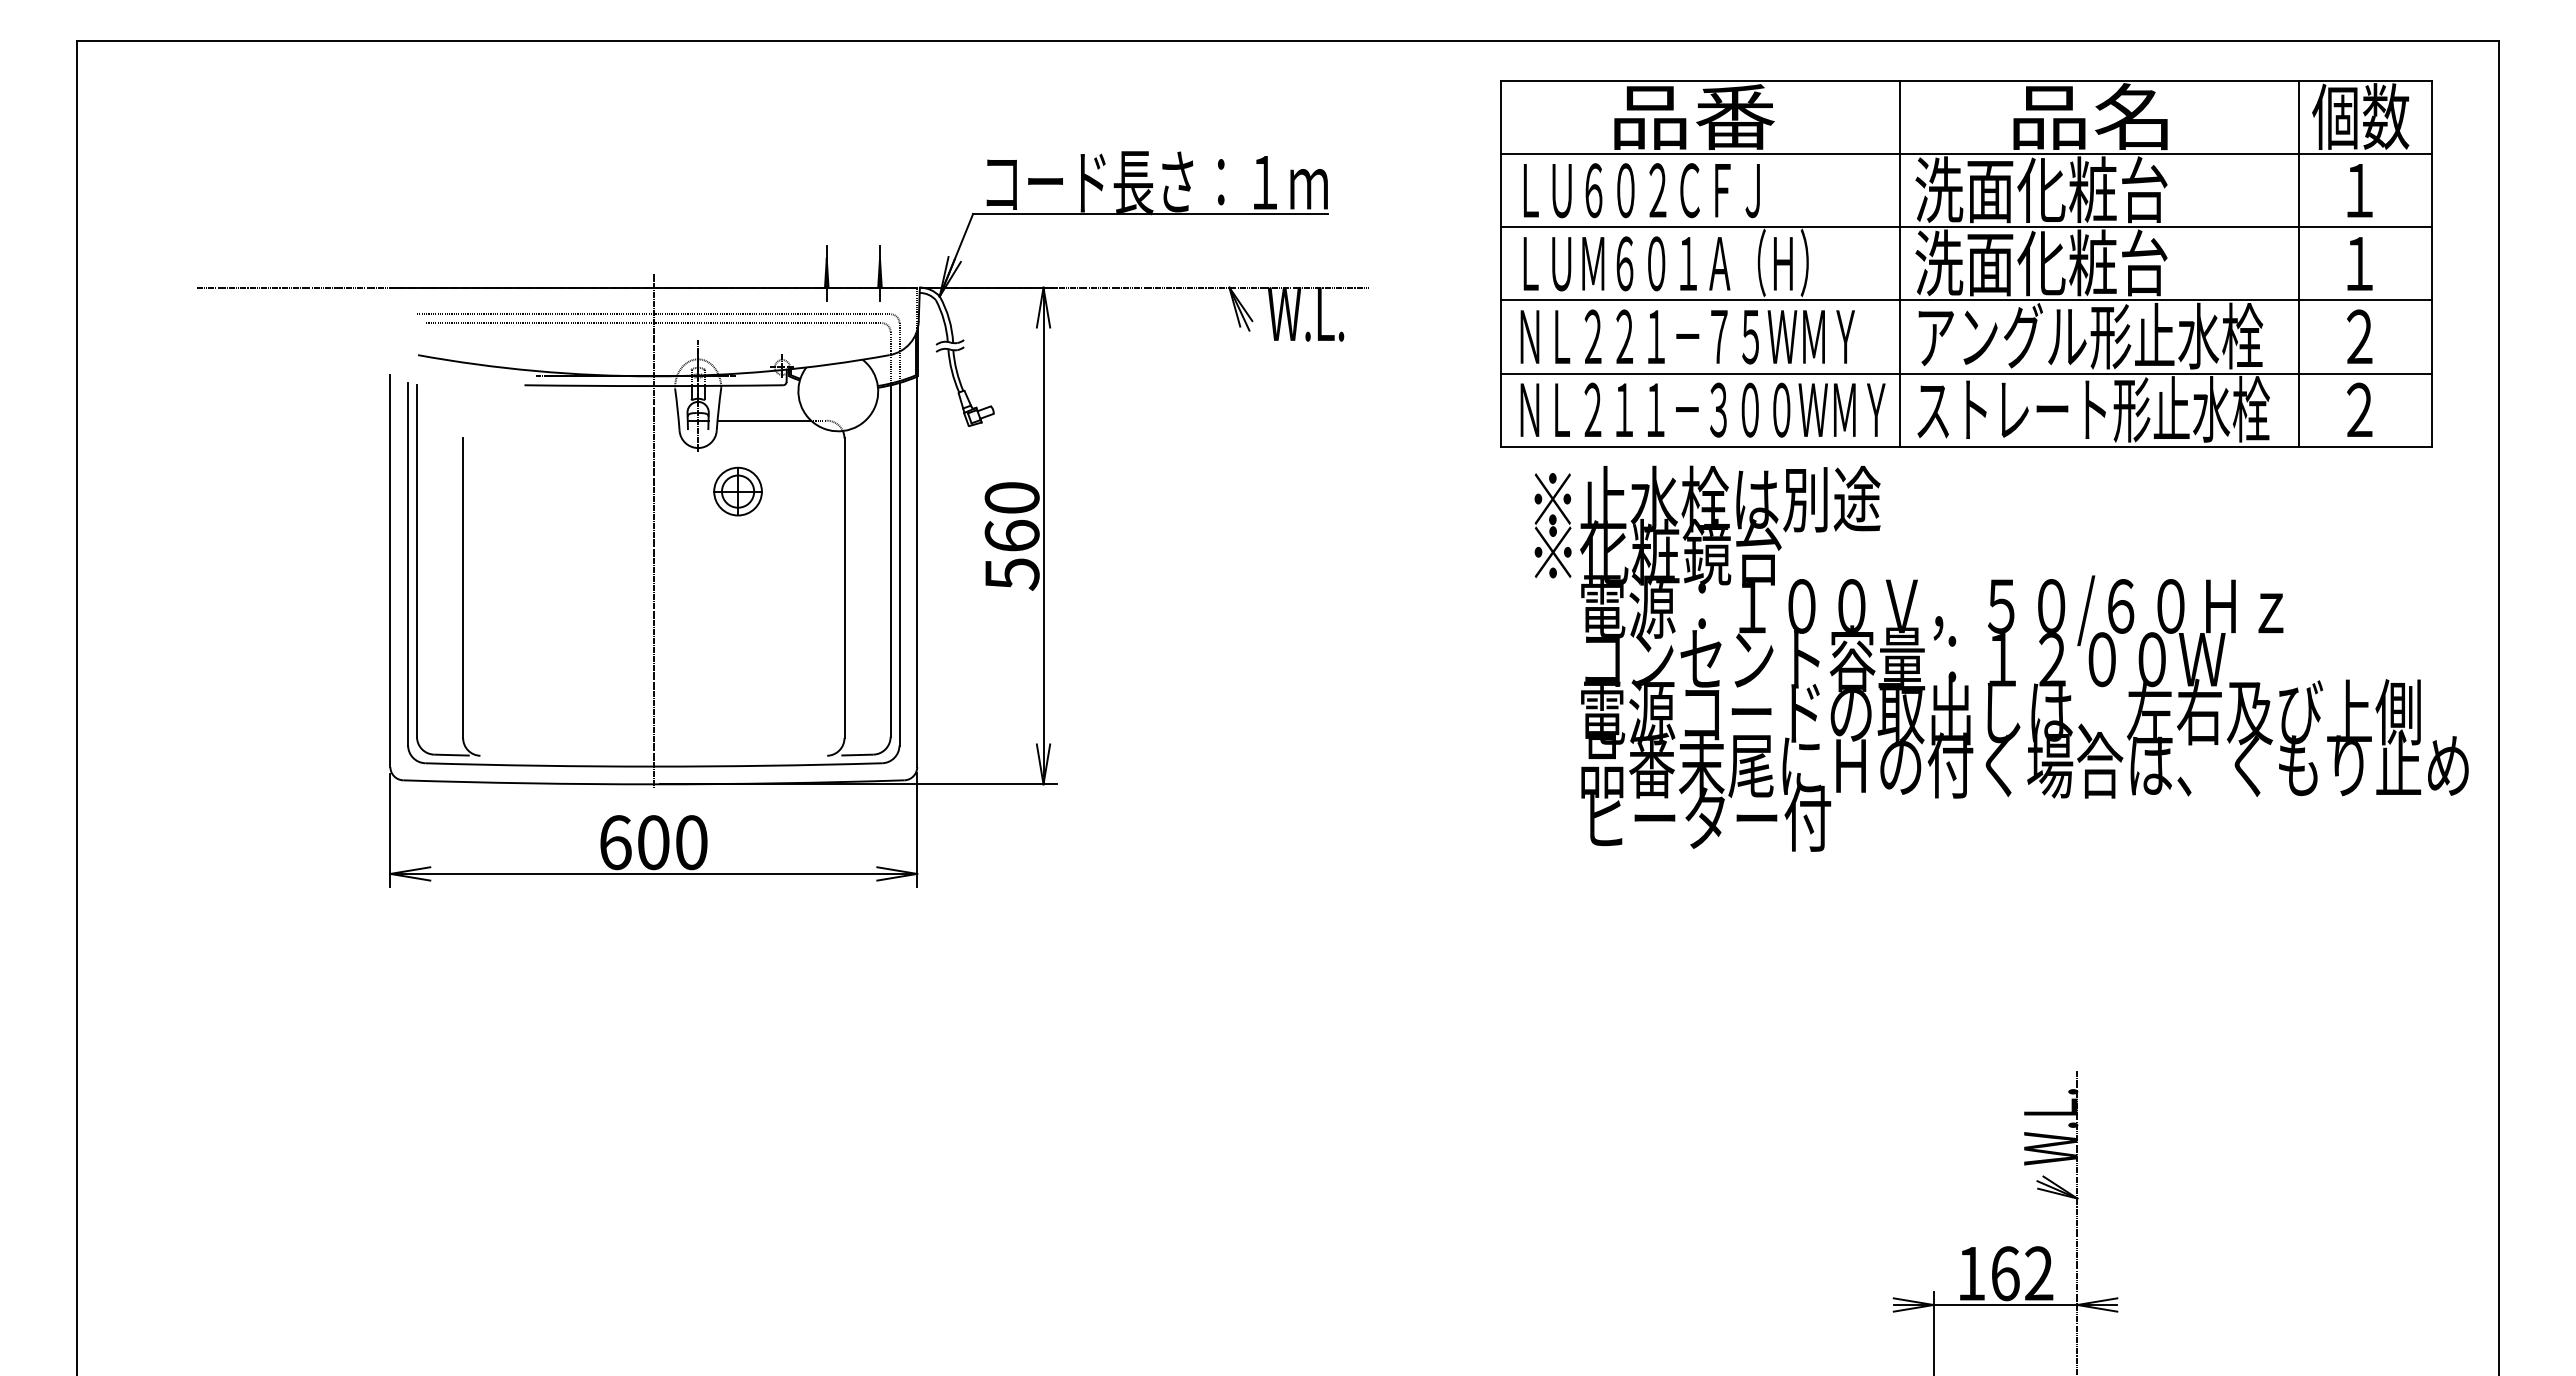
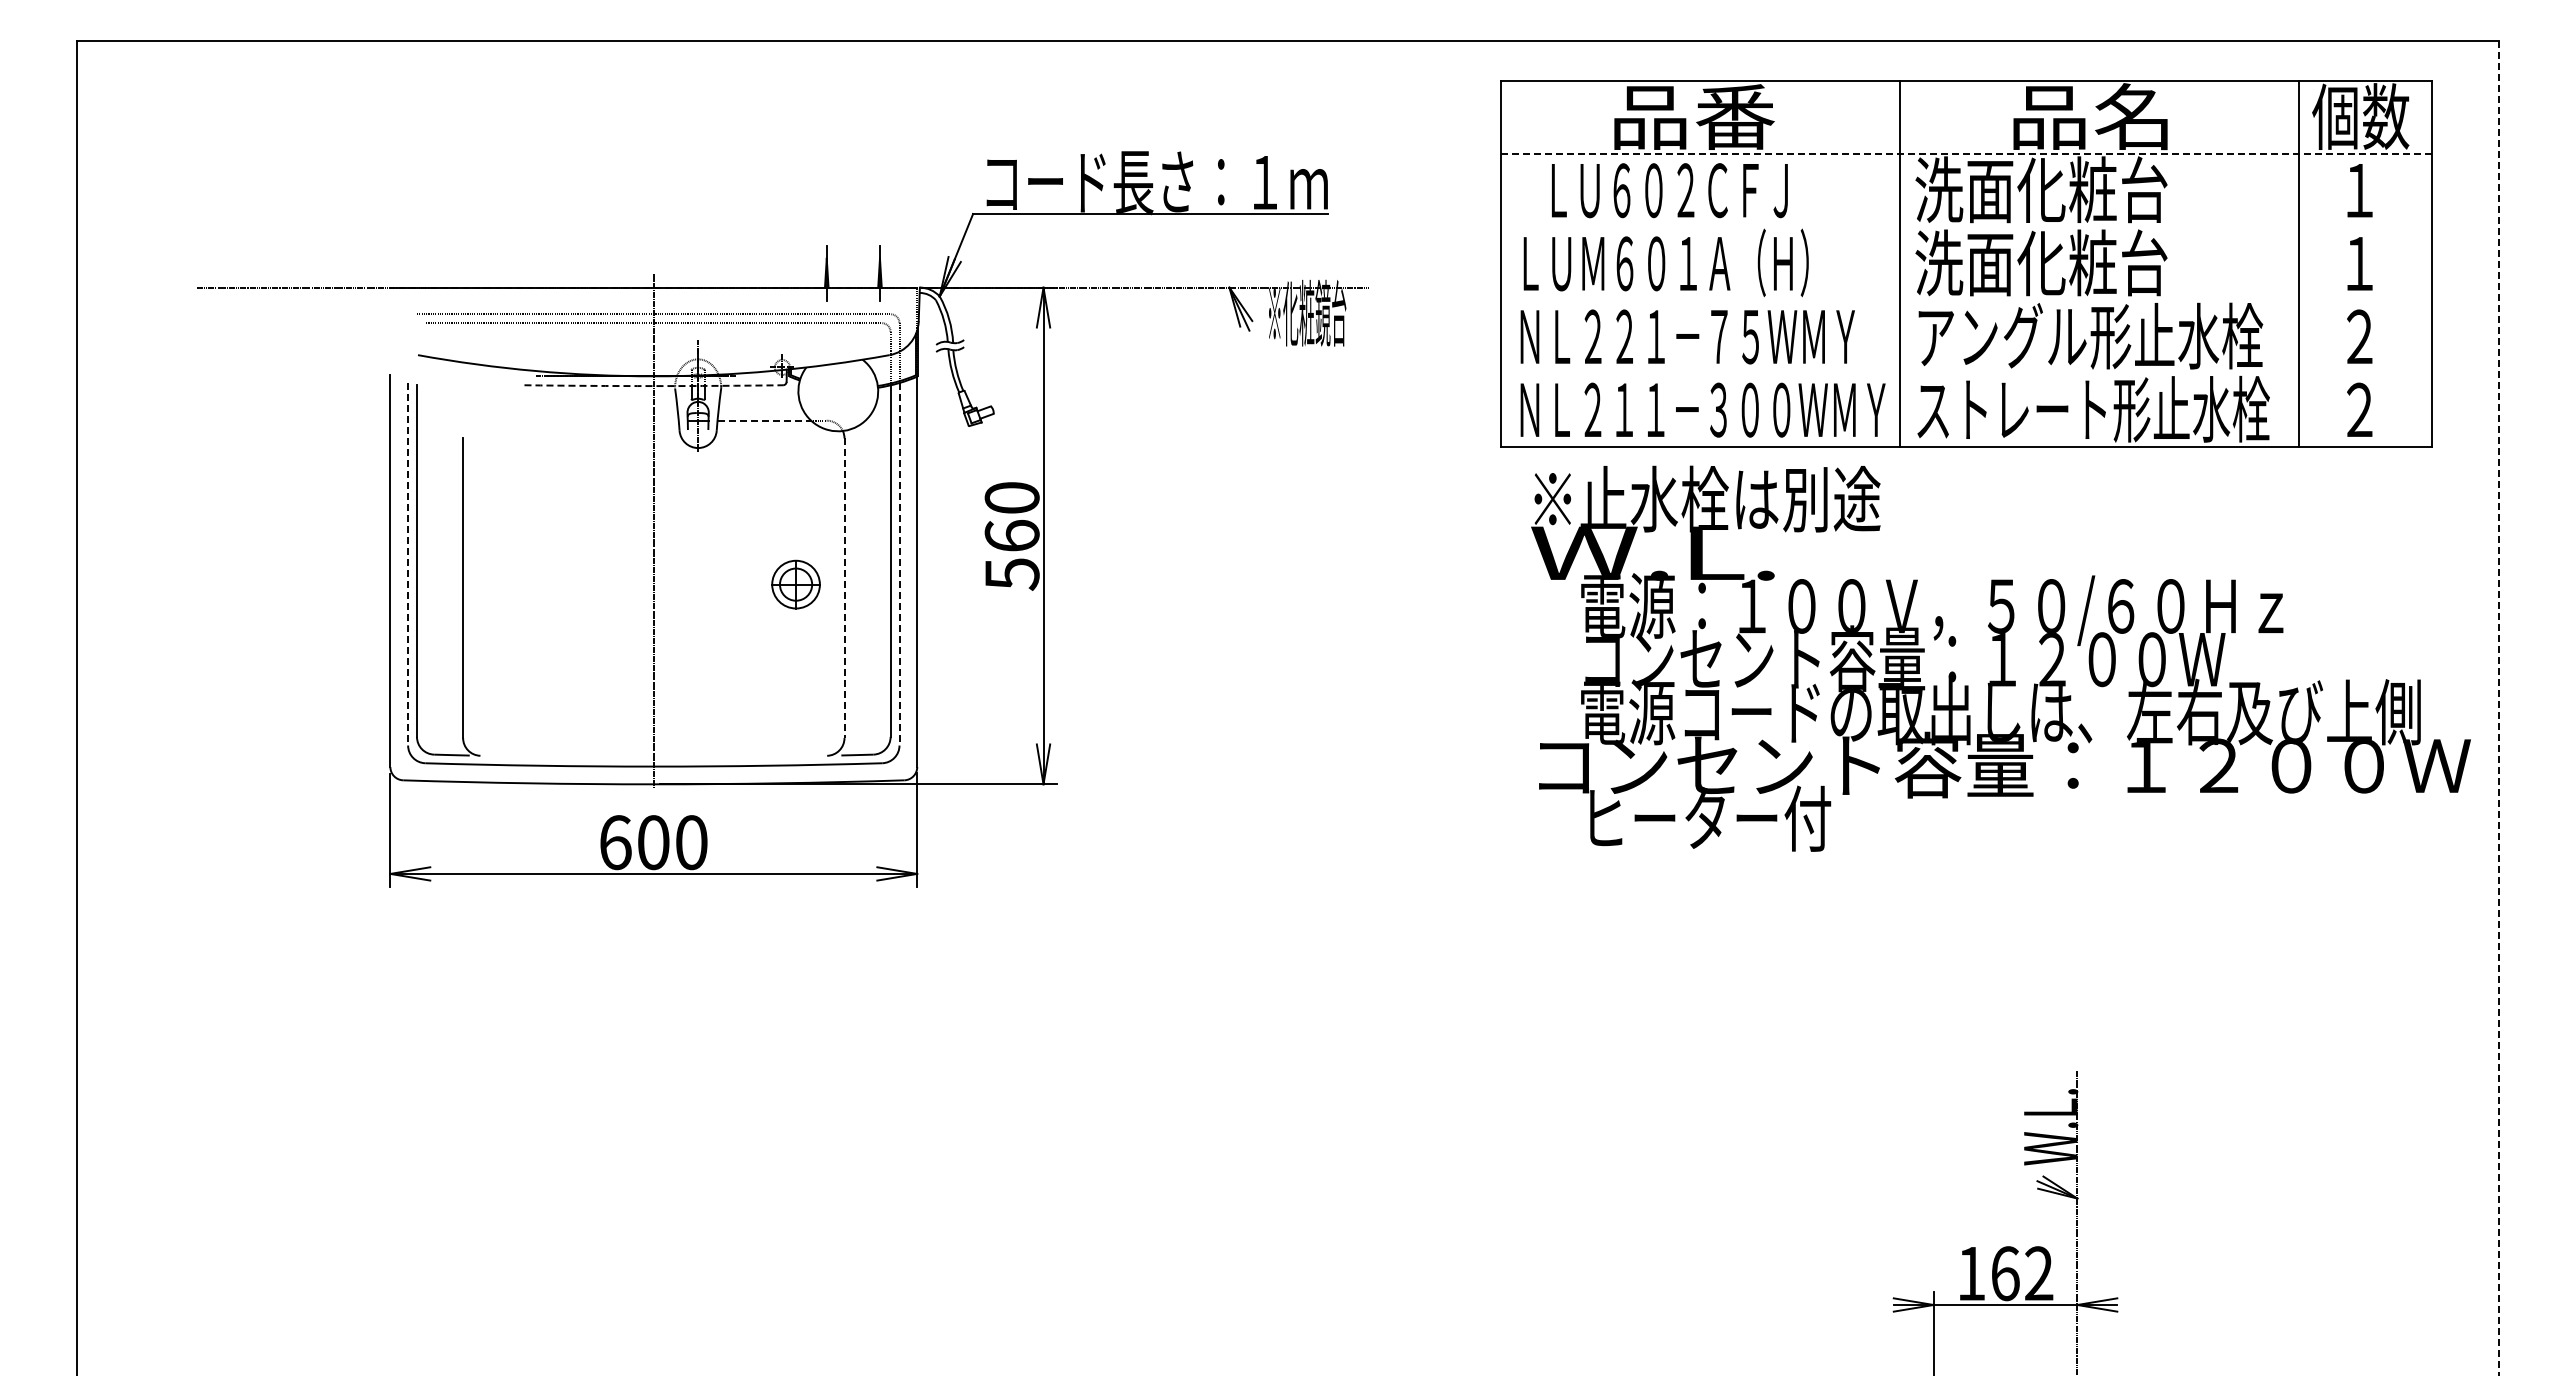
line at (1966, 154): solid -> dashed
text at (1641, 190) position: (1641, 190) -> (1669, 190)
line at (1966, 227): present -> none
line at (1966, 300): present -> none
text at (1307, 312): W.L. -> ※化粧鏡台
line at (1966, 373): present -> none
arc at (653, 386): solid -> dashed
line at (764, 420): solid -> dashed
part at (737, 491) position: (737, 491) -> (795, 584)
text at (1656, 551): ※化粧鏡台 -> W.L.
line at (408, 564): solid -> dashed
line at (899, 564): solid -> dashed
line at (844, 588): solid -> dashed
line at (2498, 708): solid -> dashed
text at (2004, 764): 品番末尾にＨの付く場合は、くもり止め -> コンセント容量：１２００Ｗ
